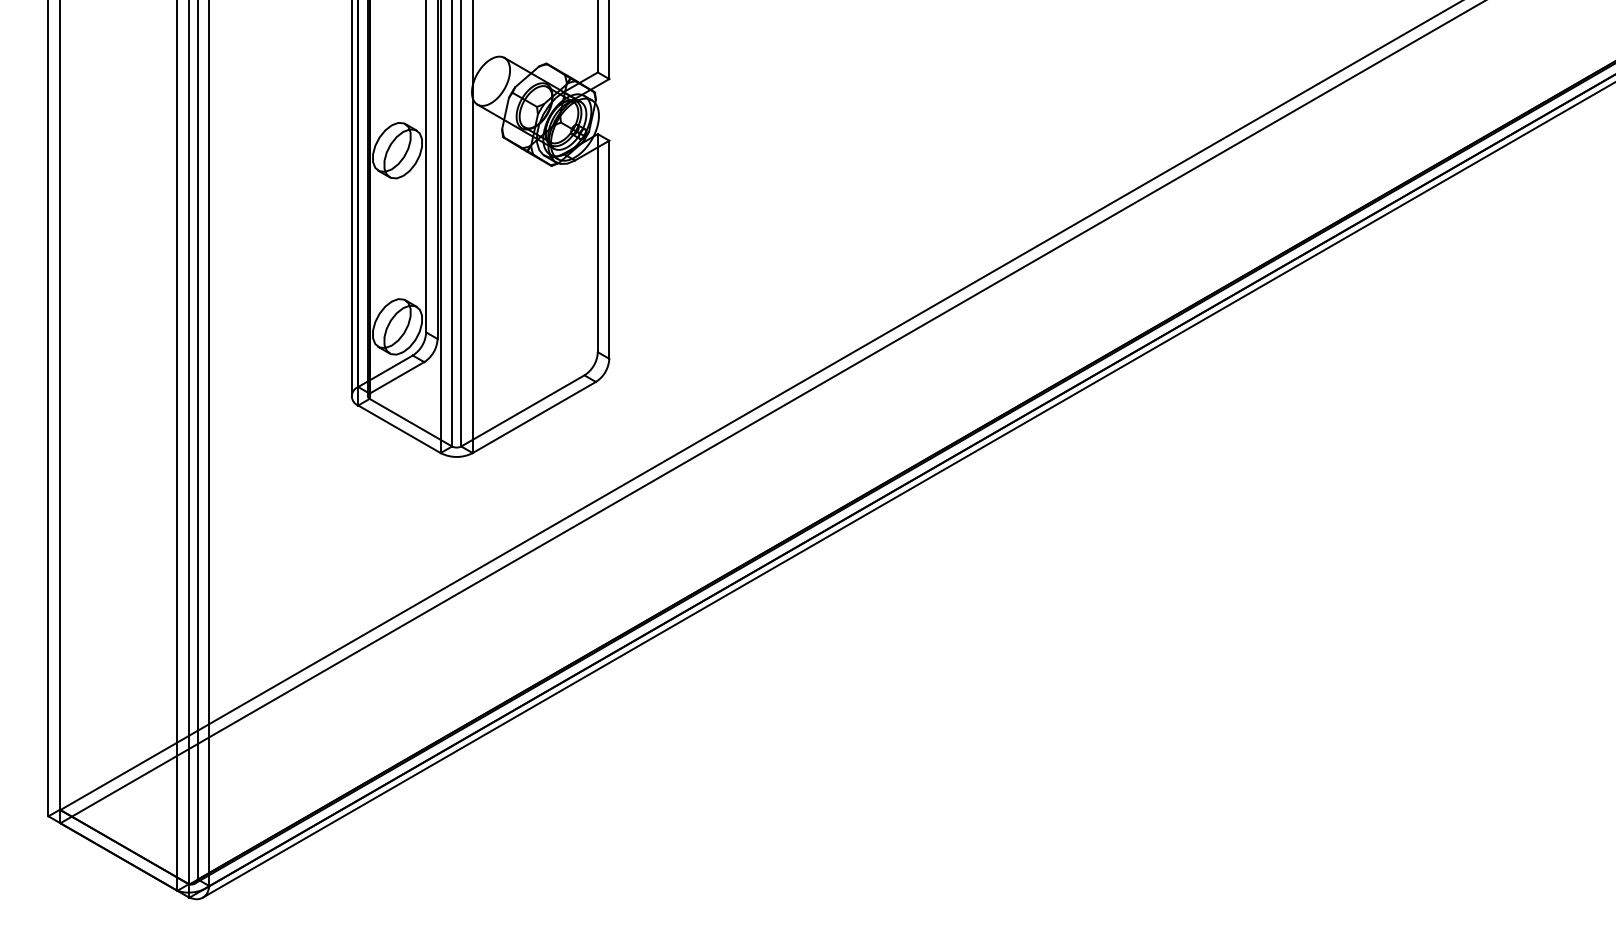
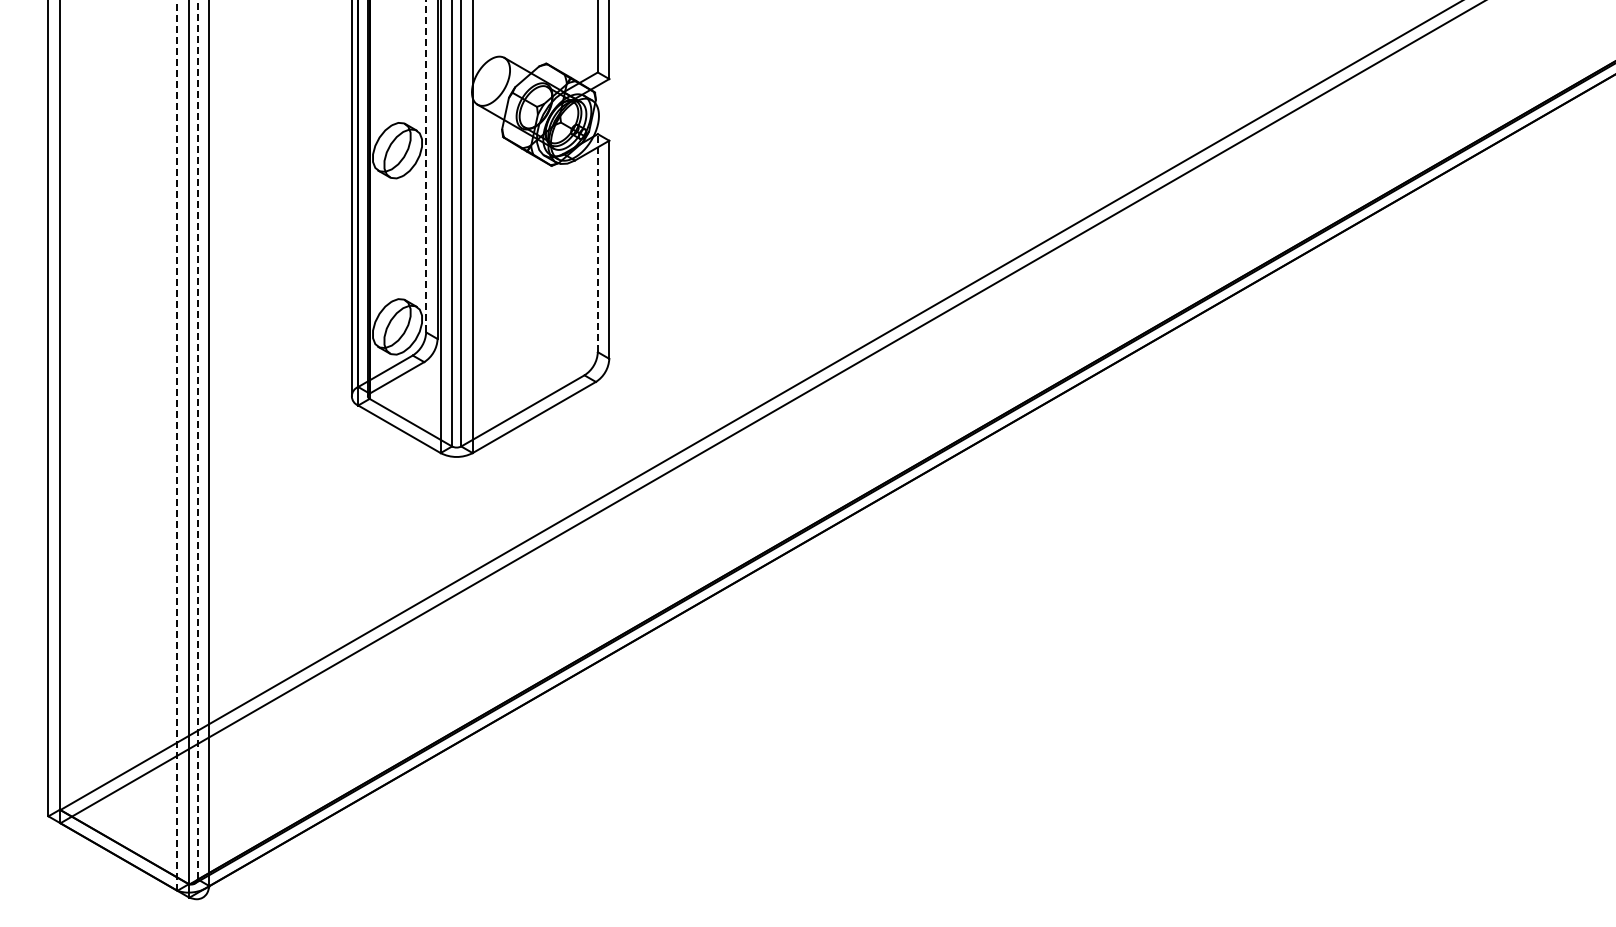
line at (426, 166): solid -> dashed
line at (597, 242): solid -> dashed
line at (198, 440): solid -> dashed
line at (177, 445): solid -> dashed
line at (907, 490): present -> none
